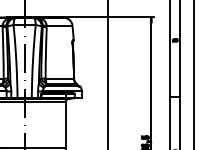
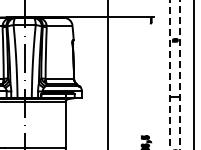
line at (170, 74): solid -> dashed
line at (179, 74): solid -> dashed
line at (151, 84): present -> none
